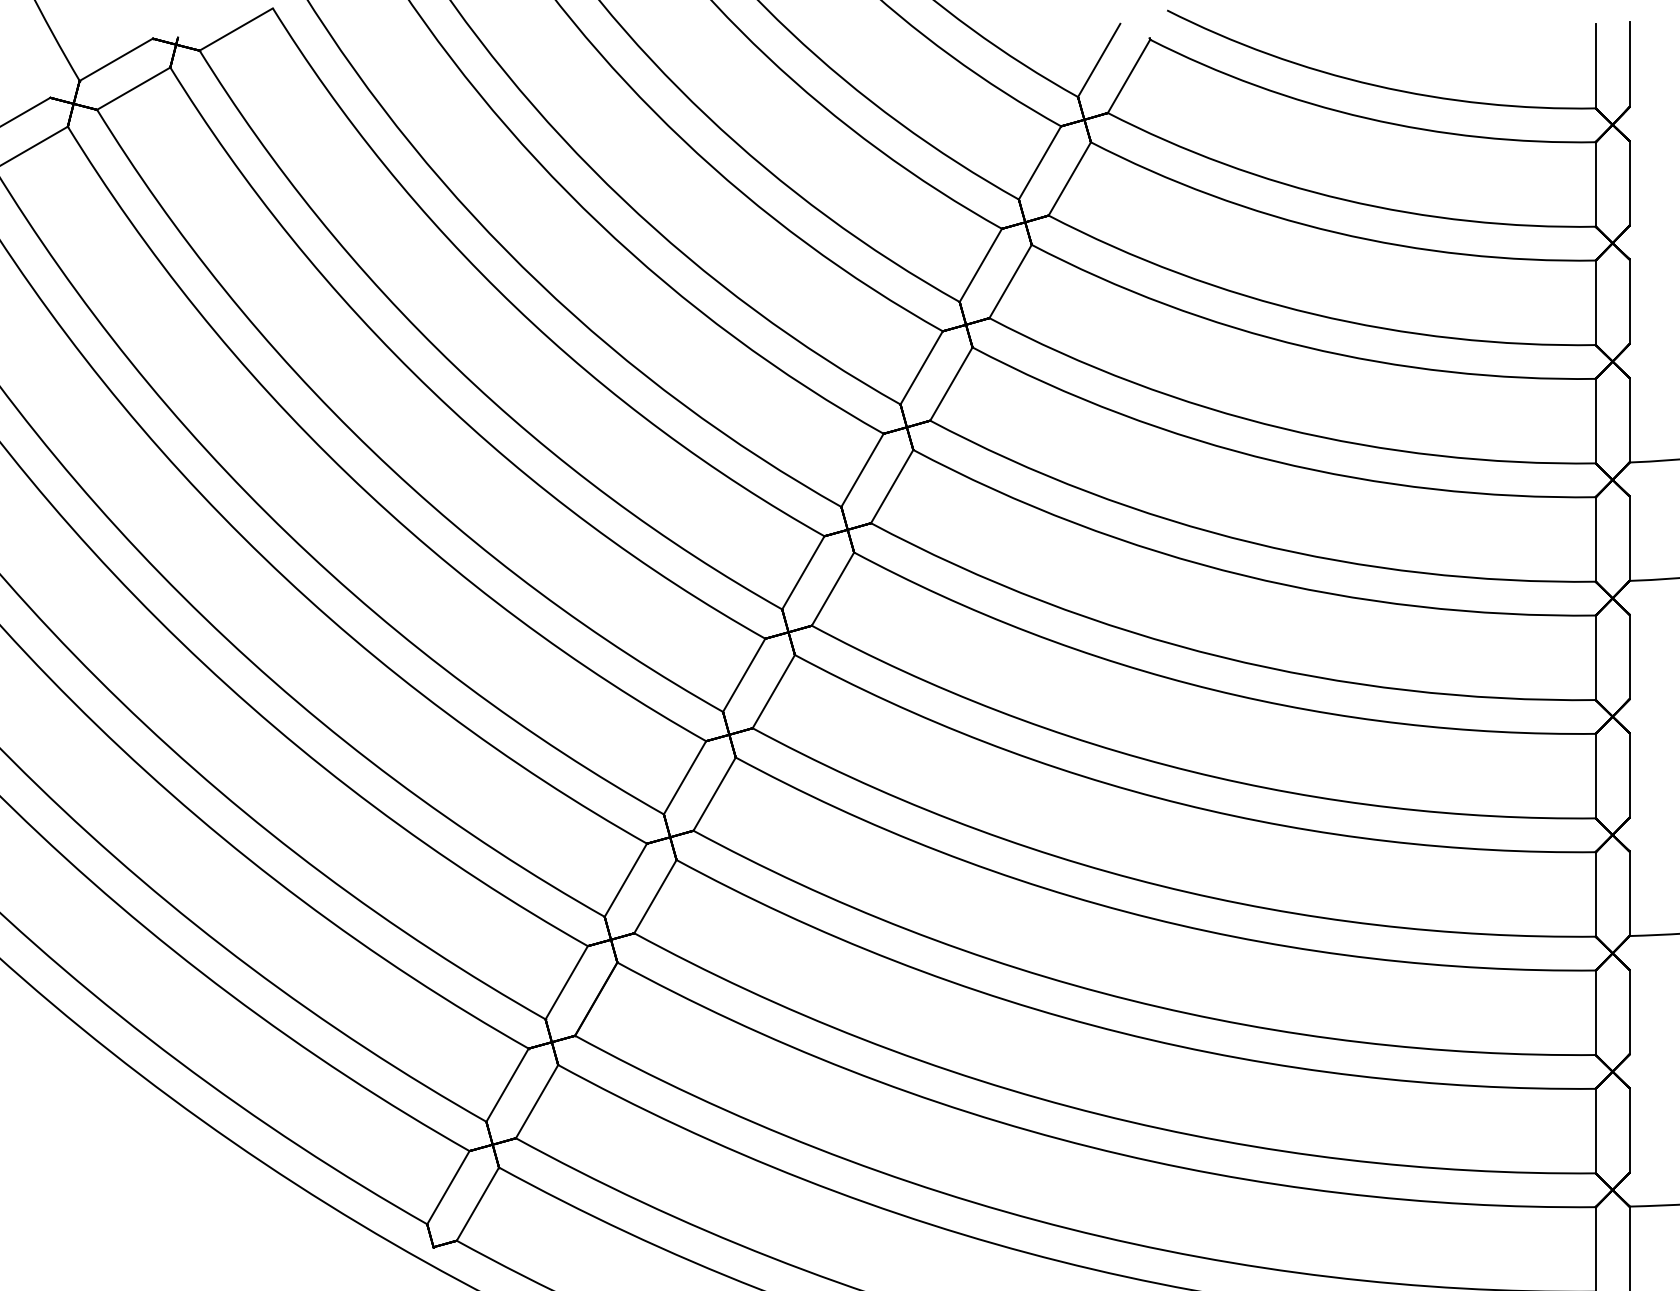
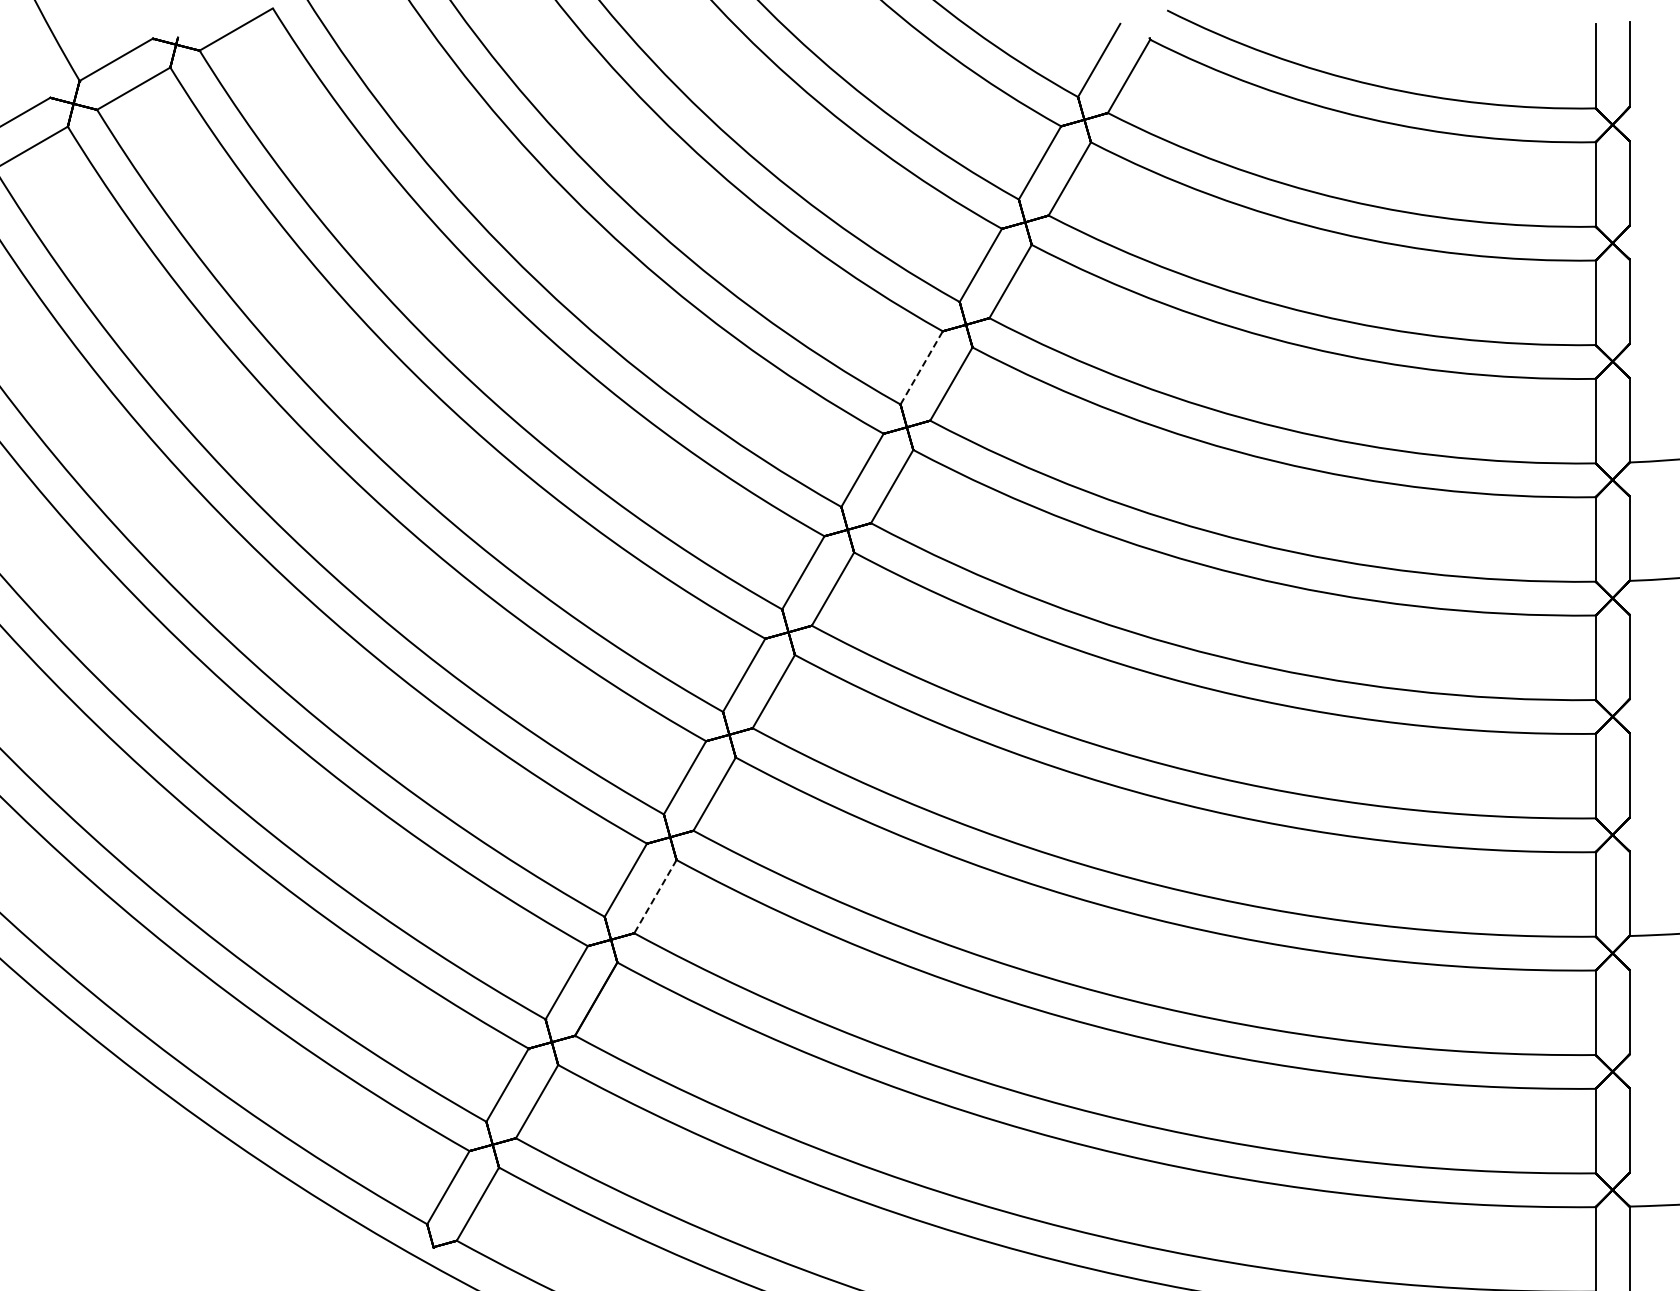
line at (921, 367): solid -> dashed
line at (655, 897): solid -> dashed
